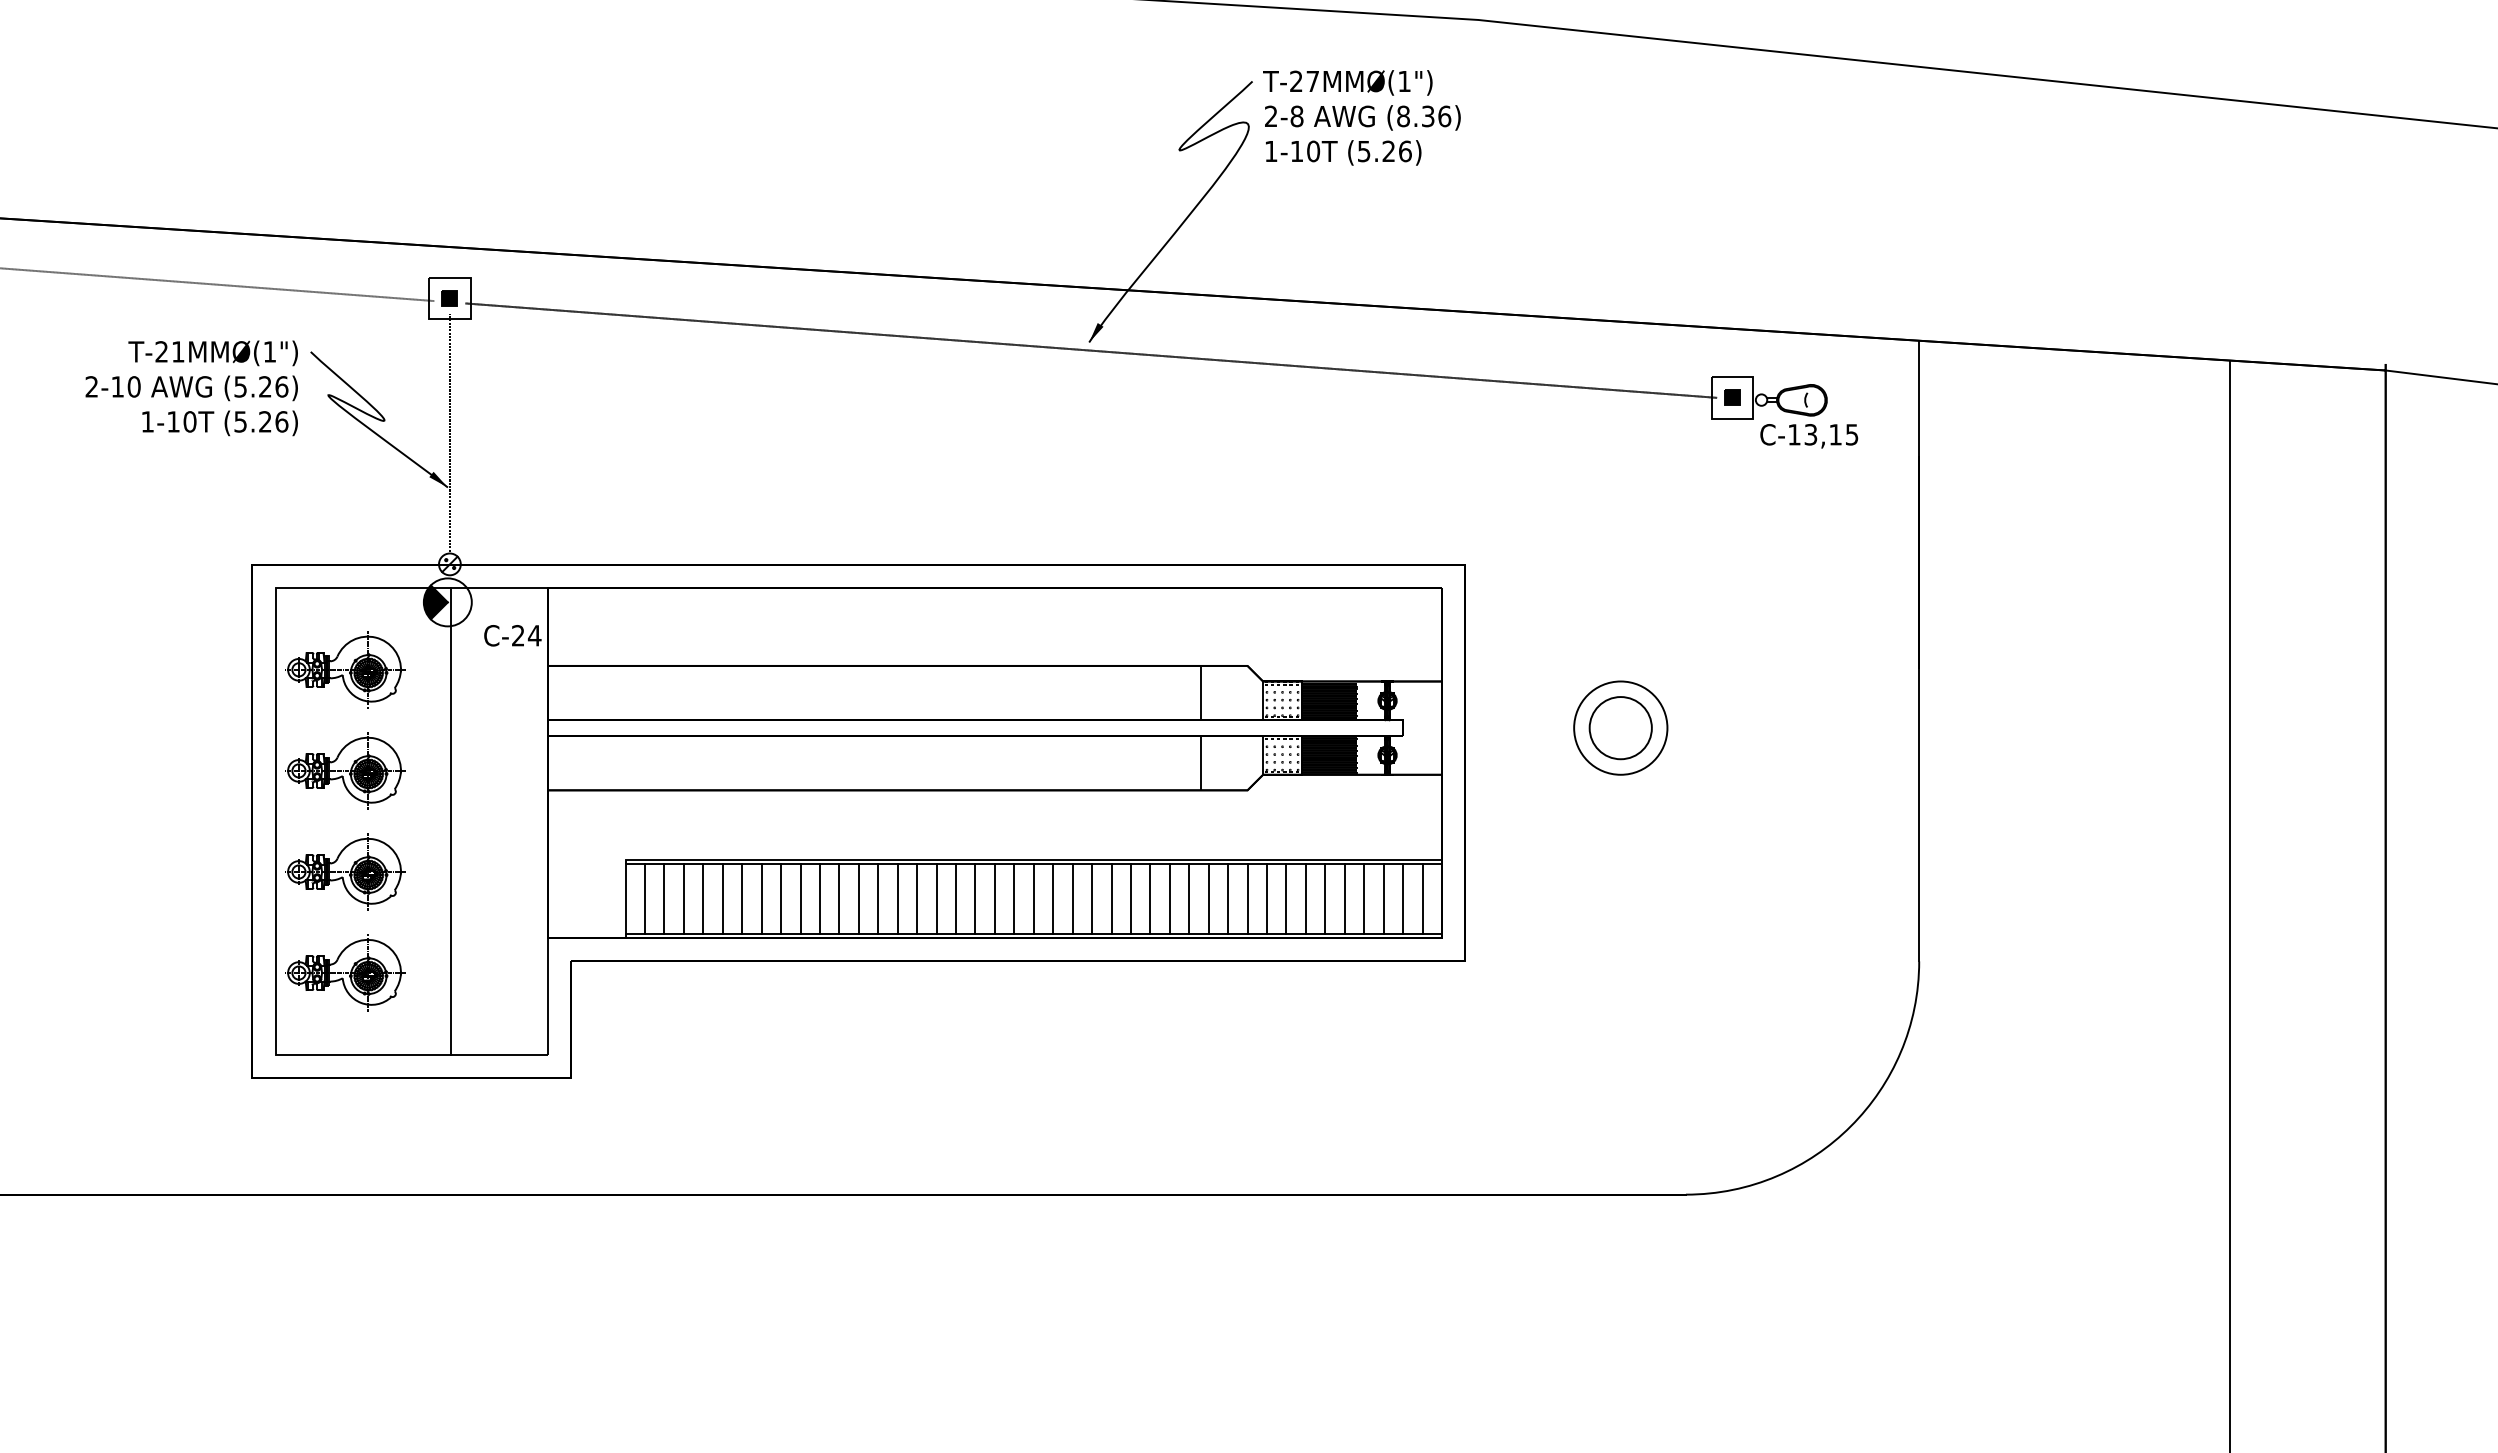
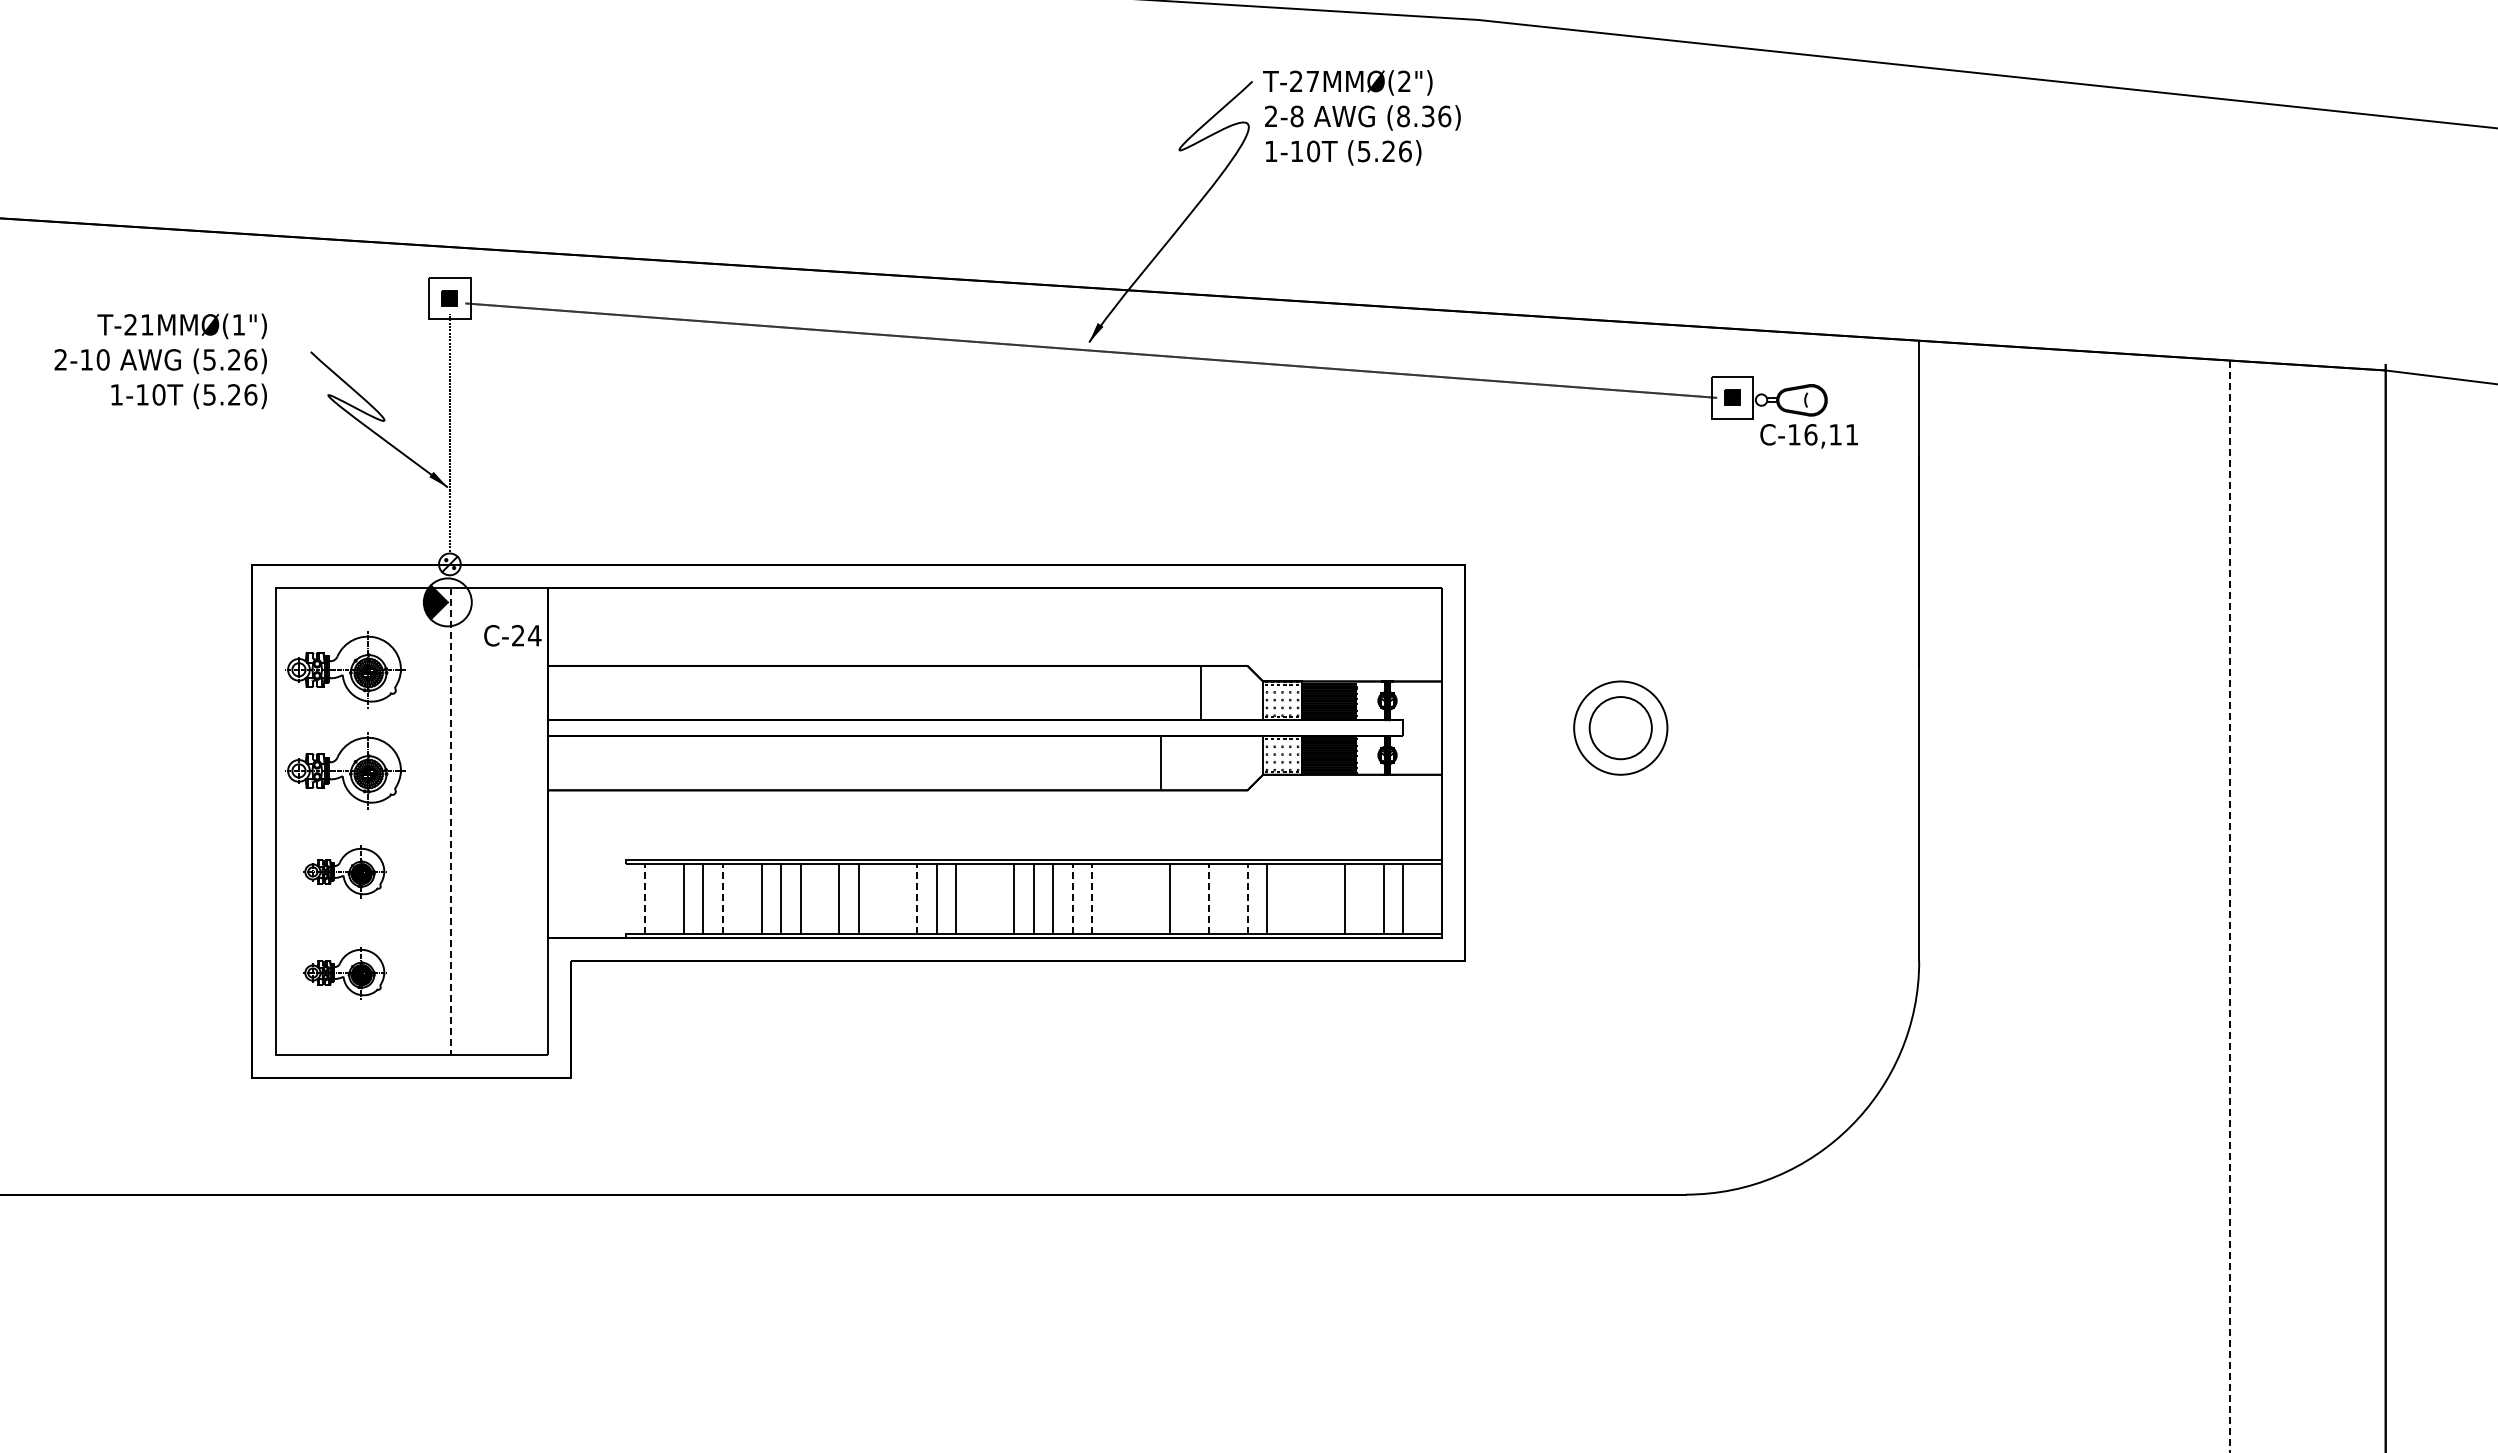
text at (1404, 80): T-27MMØ(1") -> T-27MMØ(2")
line at (218, 284): present -> none
text at (191, 388) position: (191, 388) -> (160, 361)
text at (1831, 434): C-13,15 -> C-16,11
line at (1200, 762) position: (1200, 762) -> (1160, 762)
line at (450, 821): solid -> dashed
part at (345, 871) size: 121x78 px -> 84x54 px
line at (625, 899): present -> none
line at (645, 899): solid -> dashed
line at (664, 899): present -> none
line at (722, 899): solid -> dashed
line at (742, 899): present -> none
line at (819, 899): present -> none
line at (878, 899): present -> none
line at (897, 899): present -> none
line at (917, 899): solid -> dashed
line at (975, 899): present -> none
line at (994, 899): present -> none
line at (1072, 899): solid -> dashed
line at (1092, 899): solid -> dashed
line at (1111, 899): present -> none
line at (1130, 899): present -> none
line at (1150, 899): present -> none
line at (1189, 899): present -> none
line at (1208, 899): solid -> dashed
line at (1228, 899): present -> none
line at (1247, 899): solid -> dashed
line at (1286, 899): present -> none
line at (1305, 899): present -> none
line at (1325, 899): present -> none
line at (1364, 899): present -> none
line at (1422, 899): present -> none
line at (2230, 906): solid -> dashed
part at (345, 972) size: 121x78 px -> 84x53 px
